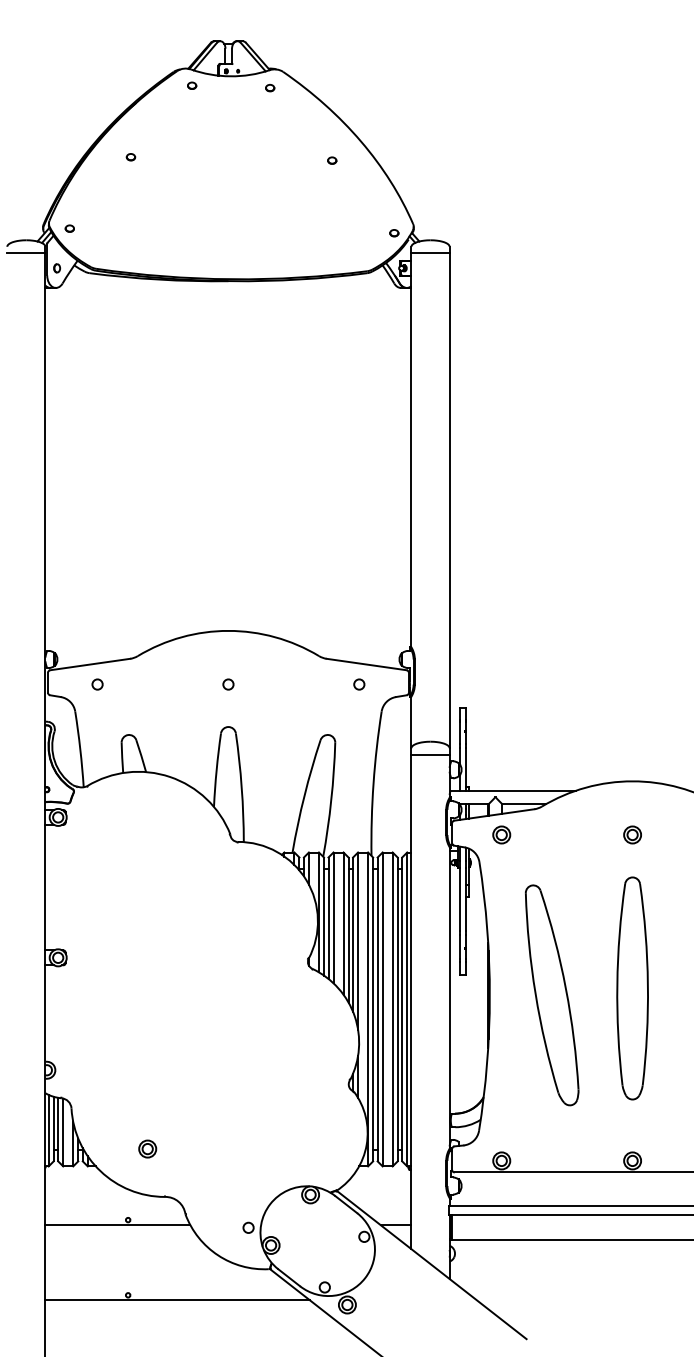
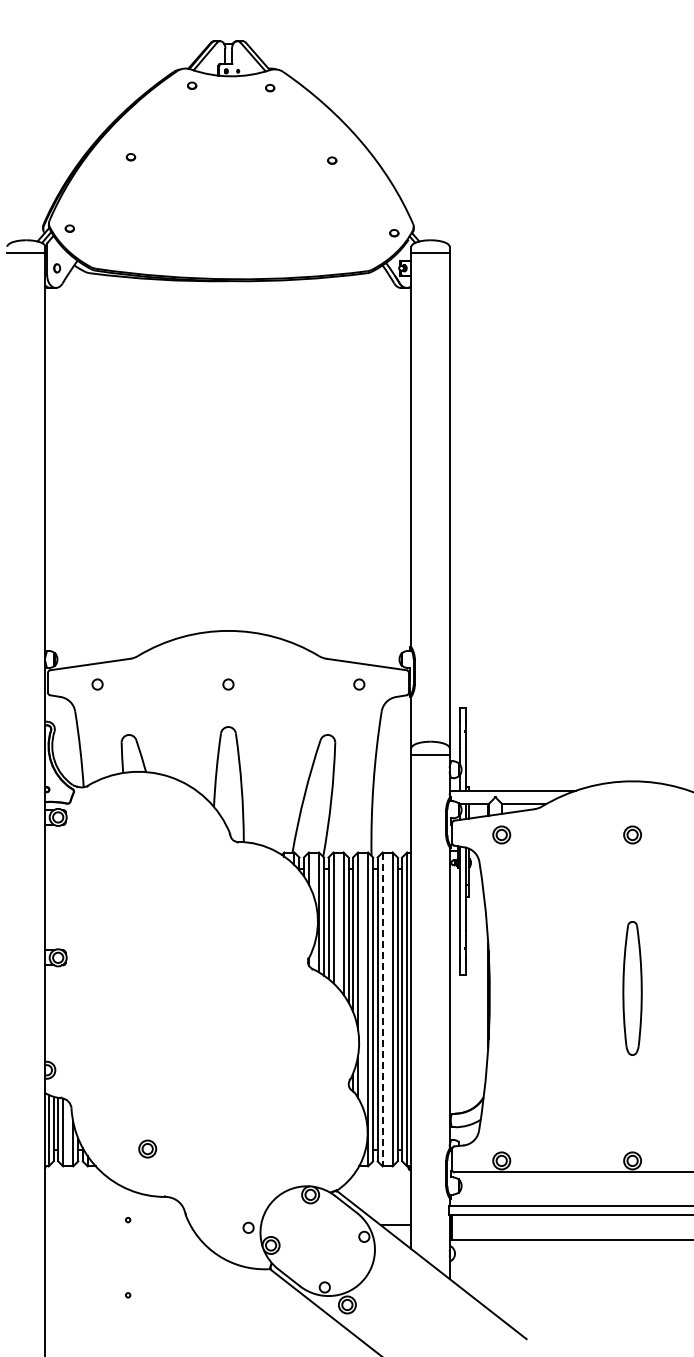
part at (632, 988) size: 33x225 px -> 21x135 px
part at (552, 995): present -> none
line at (382, 1009): solid -> dashed
line at (117, 1225): present -> none
line at (177, 1300): present -> none
